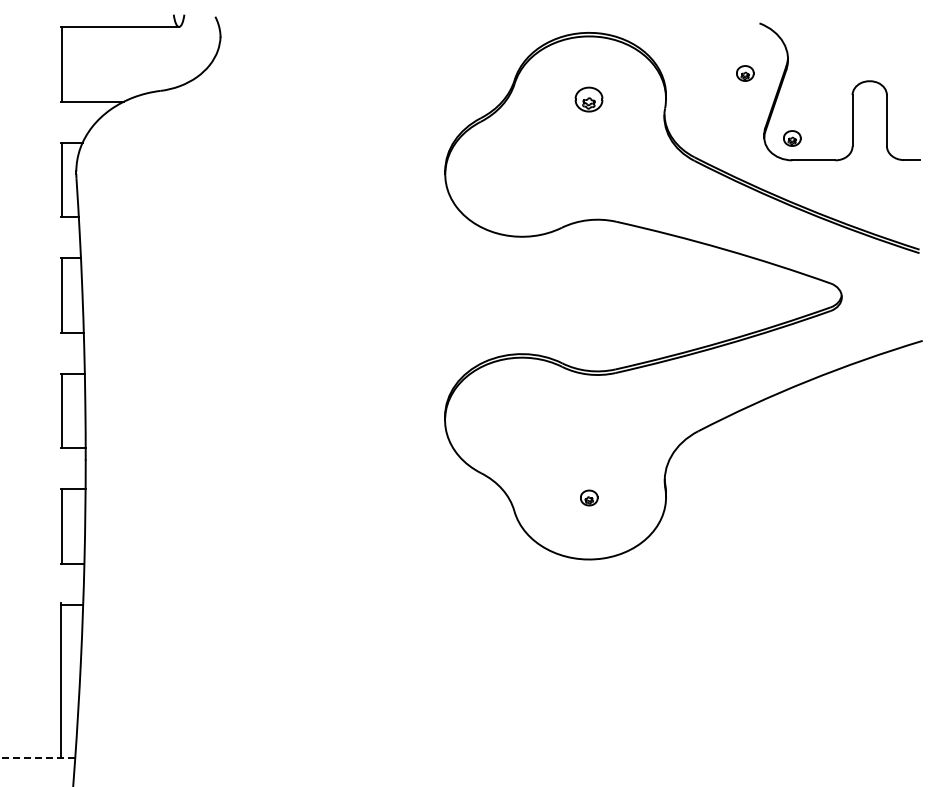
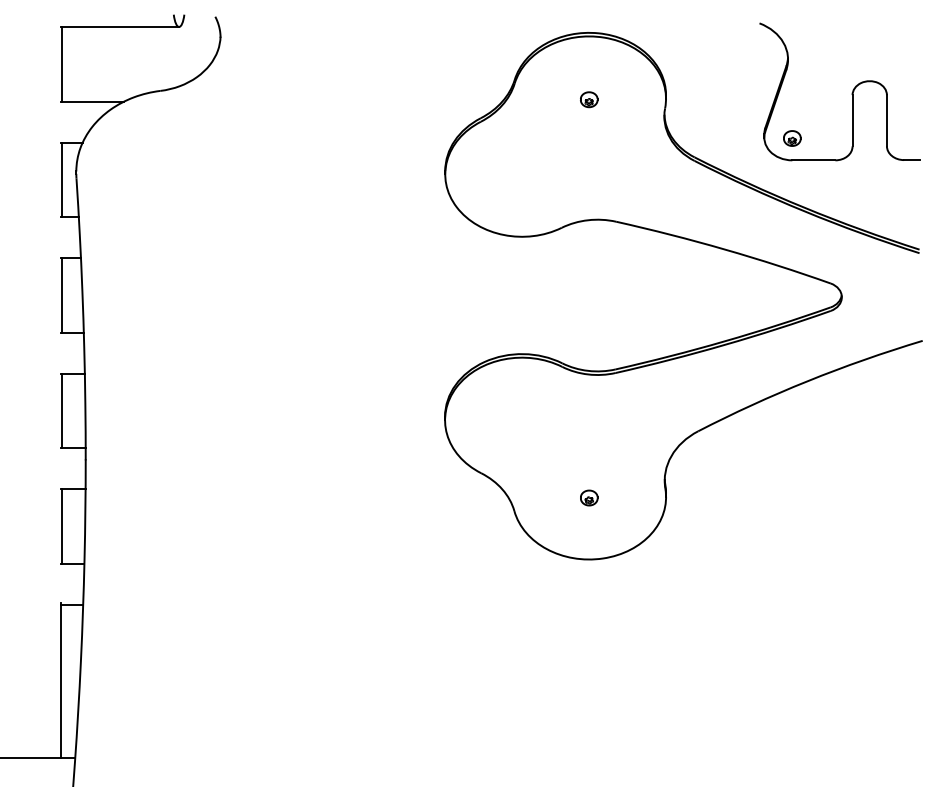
part at (745, 73): present -> none
part at (588, 99) size: 30x27 px -> 19x18 px
line at (37, 758): dashed -> solid
